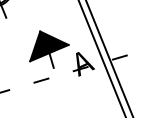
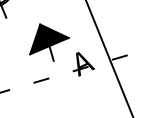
part at (49, 49) position: (49, 49) -> (49, 42)
line at (101, 58): present -> none
